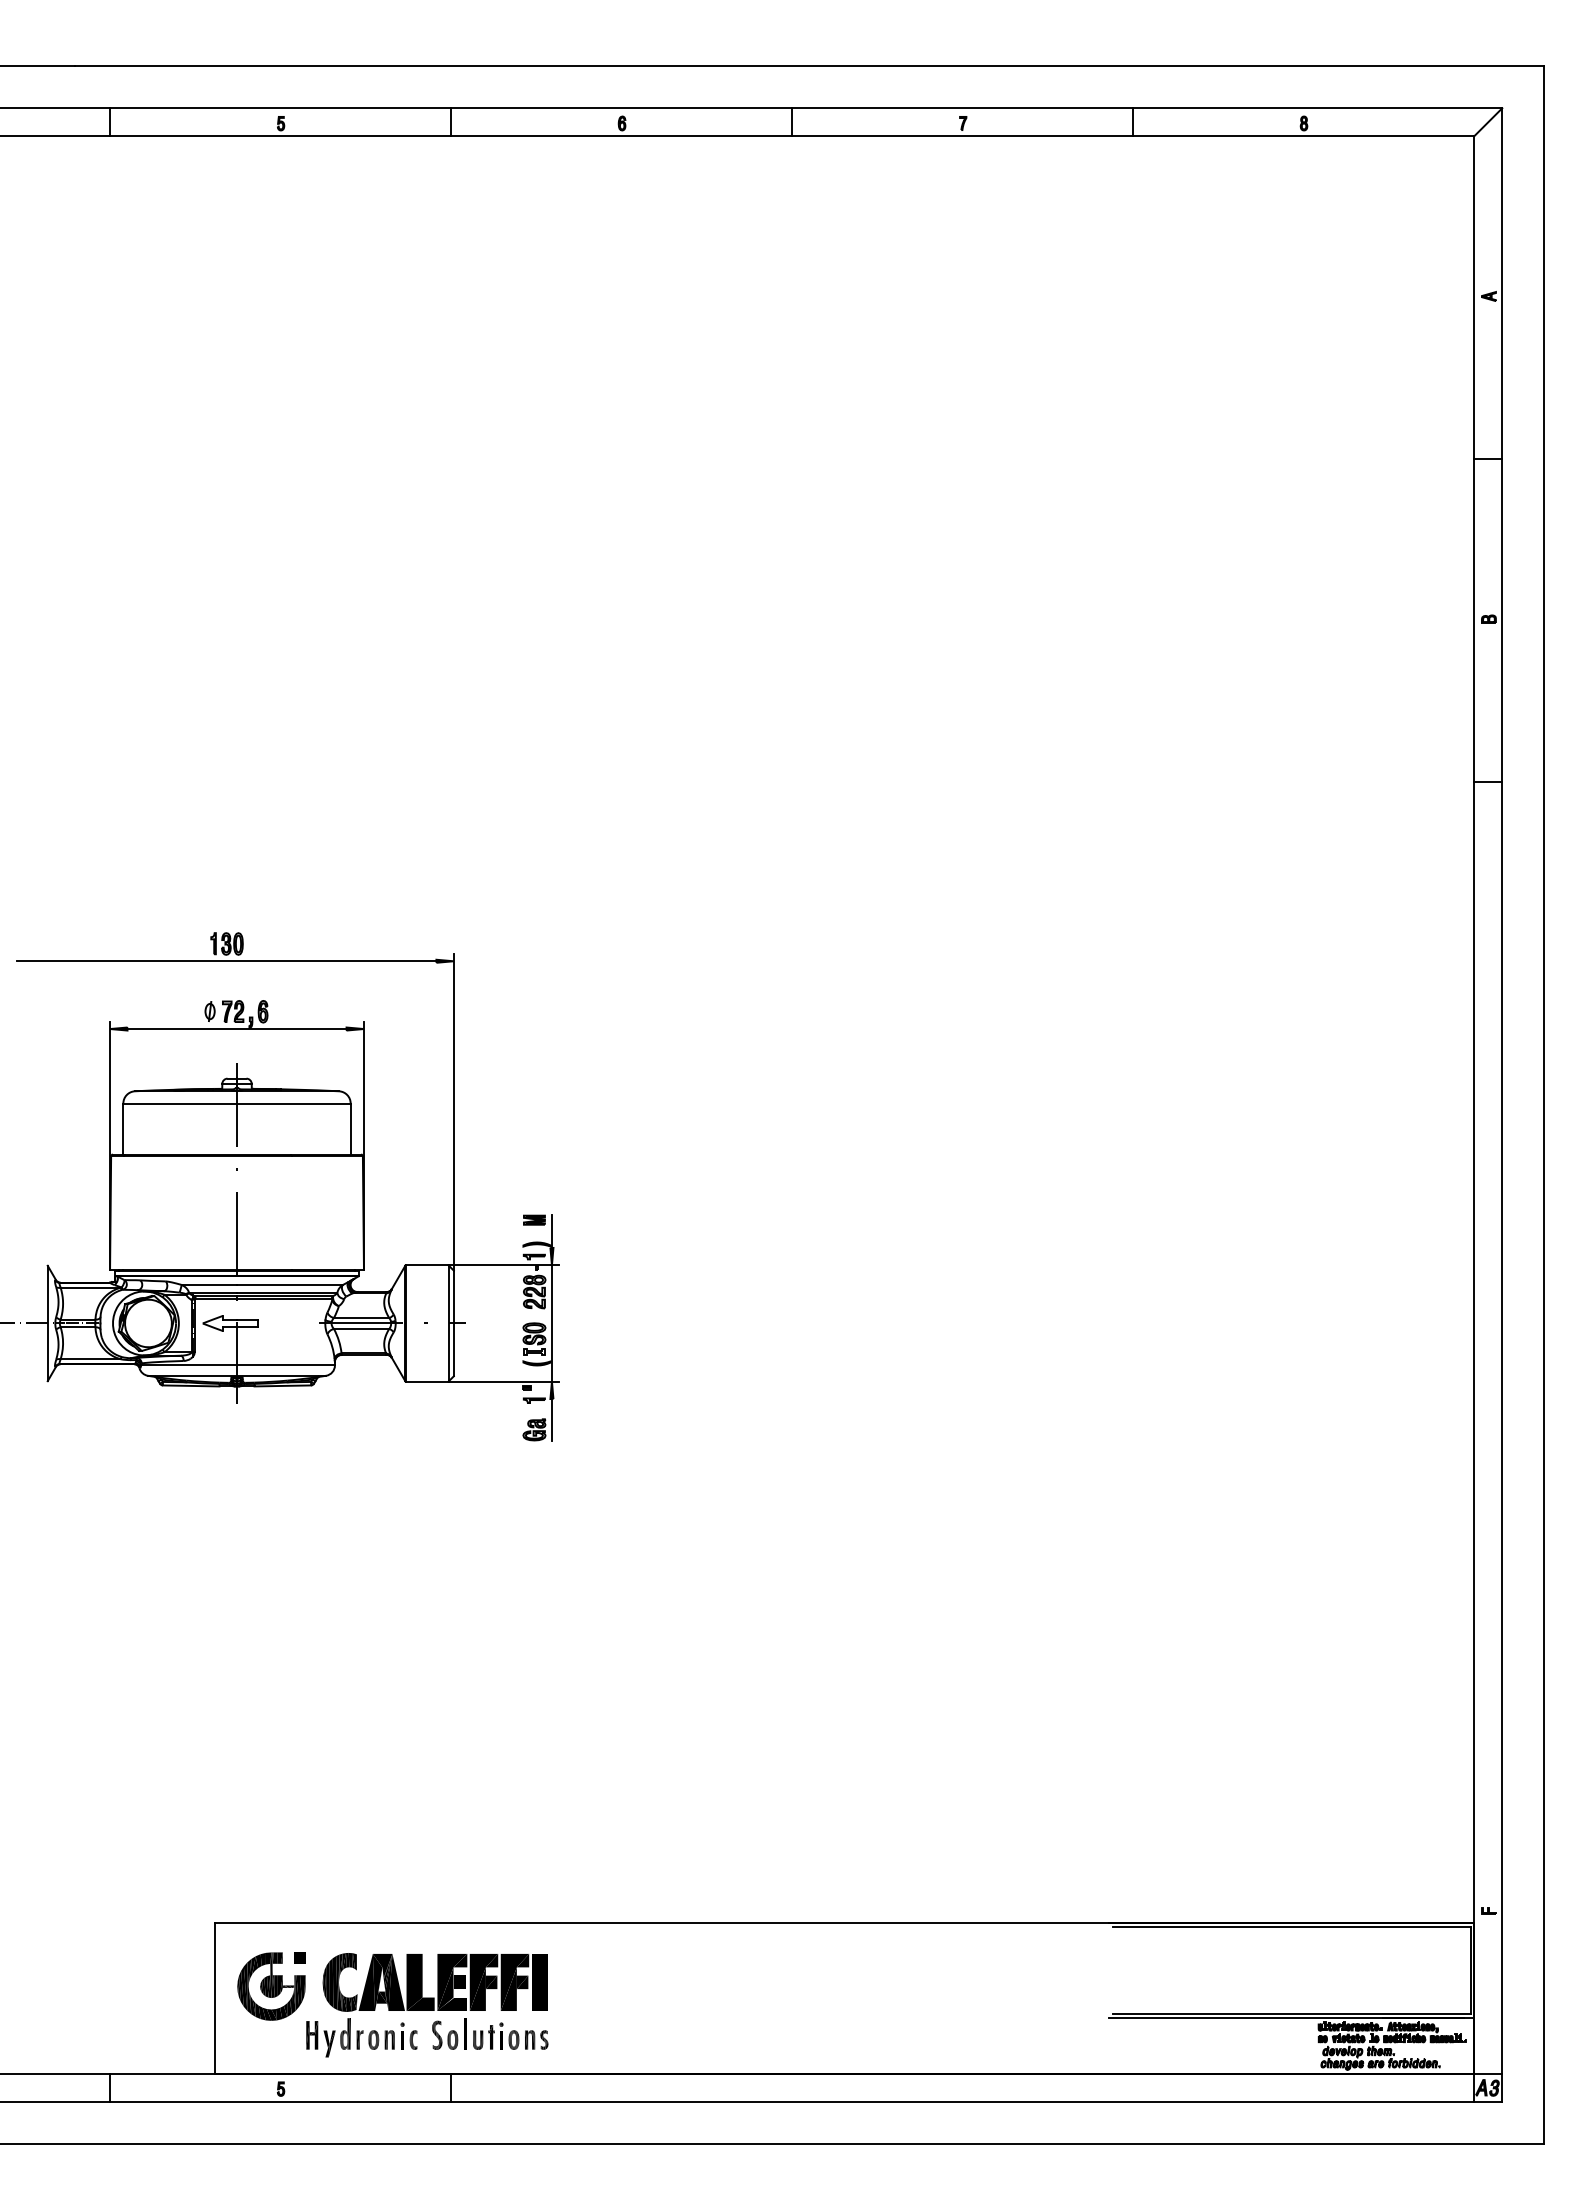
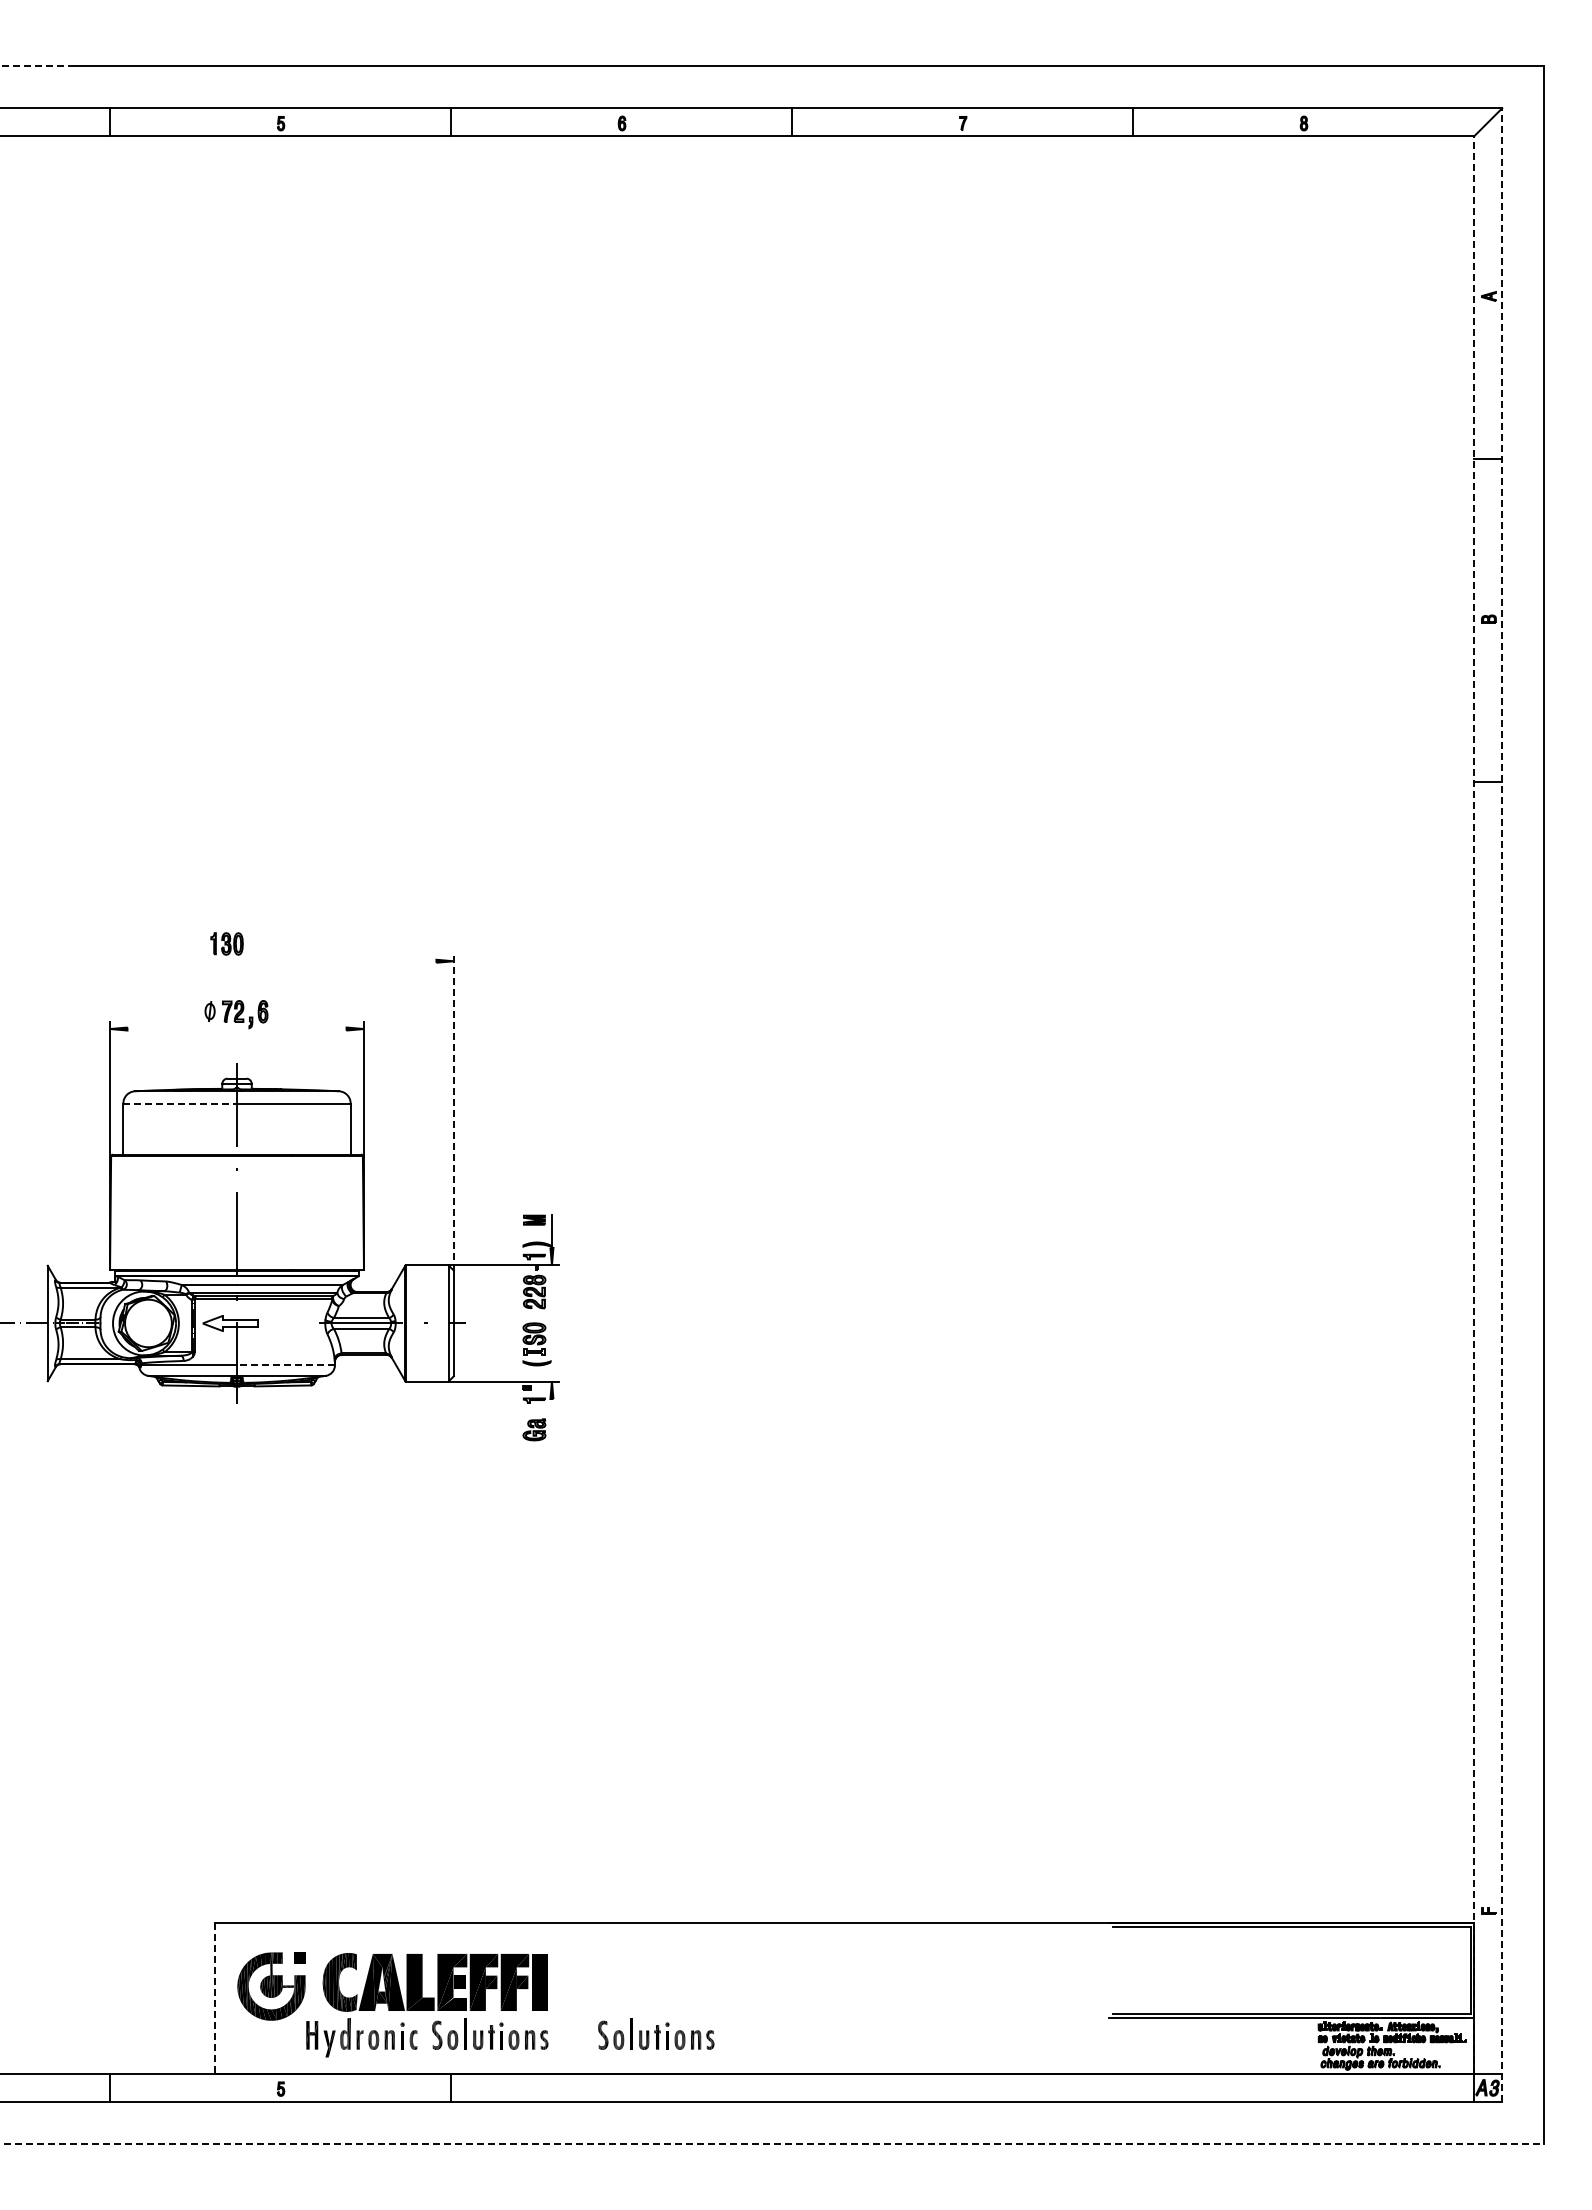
line at (37, 66): solid -> dashed
line at (226, 961): present -> none
line at (236, 1029): present -> none
line at (180, 1103): solid -> dashed
line at (1474, 1105): solid -> dashed
line at (1502, 1105): solid -> dashed
line at (453, 1111): solid -> dashed
line at (551, 1323): present -> none
line at (285, 1365): solid -> dashed
line at (551, 1420): present -> none
line at (215, 1999): solid -> dashed
part at (656, 2033): none -> present
line at (772, 2143): solid -> dashed
